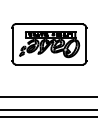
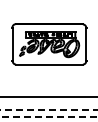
line at (49, 110): solid -> dashed
line at (49, 116): solid -> dashed
